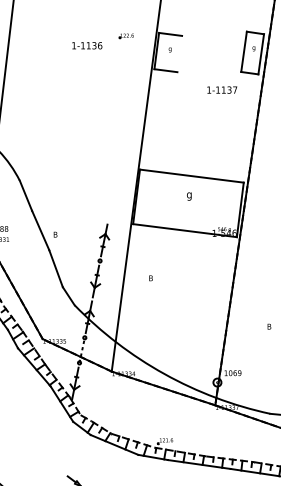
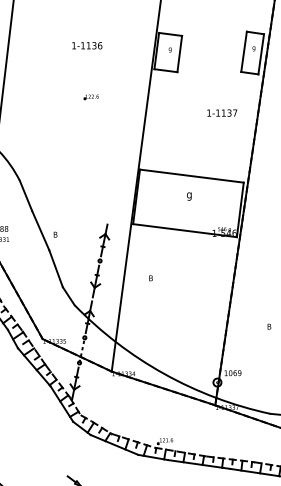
part at (125, 36) position: (125, 36) -> (90, 97)
line at (179, 53): none -> present
text at (222, 89) position: (222, 89) -> (222, 112)
